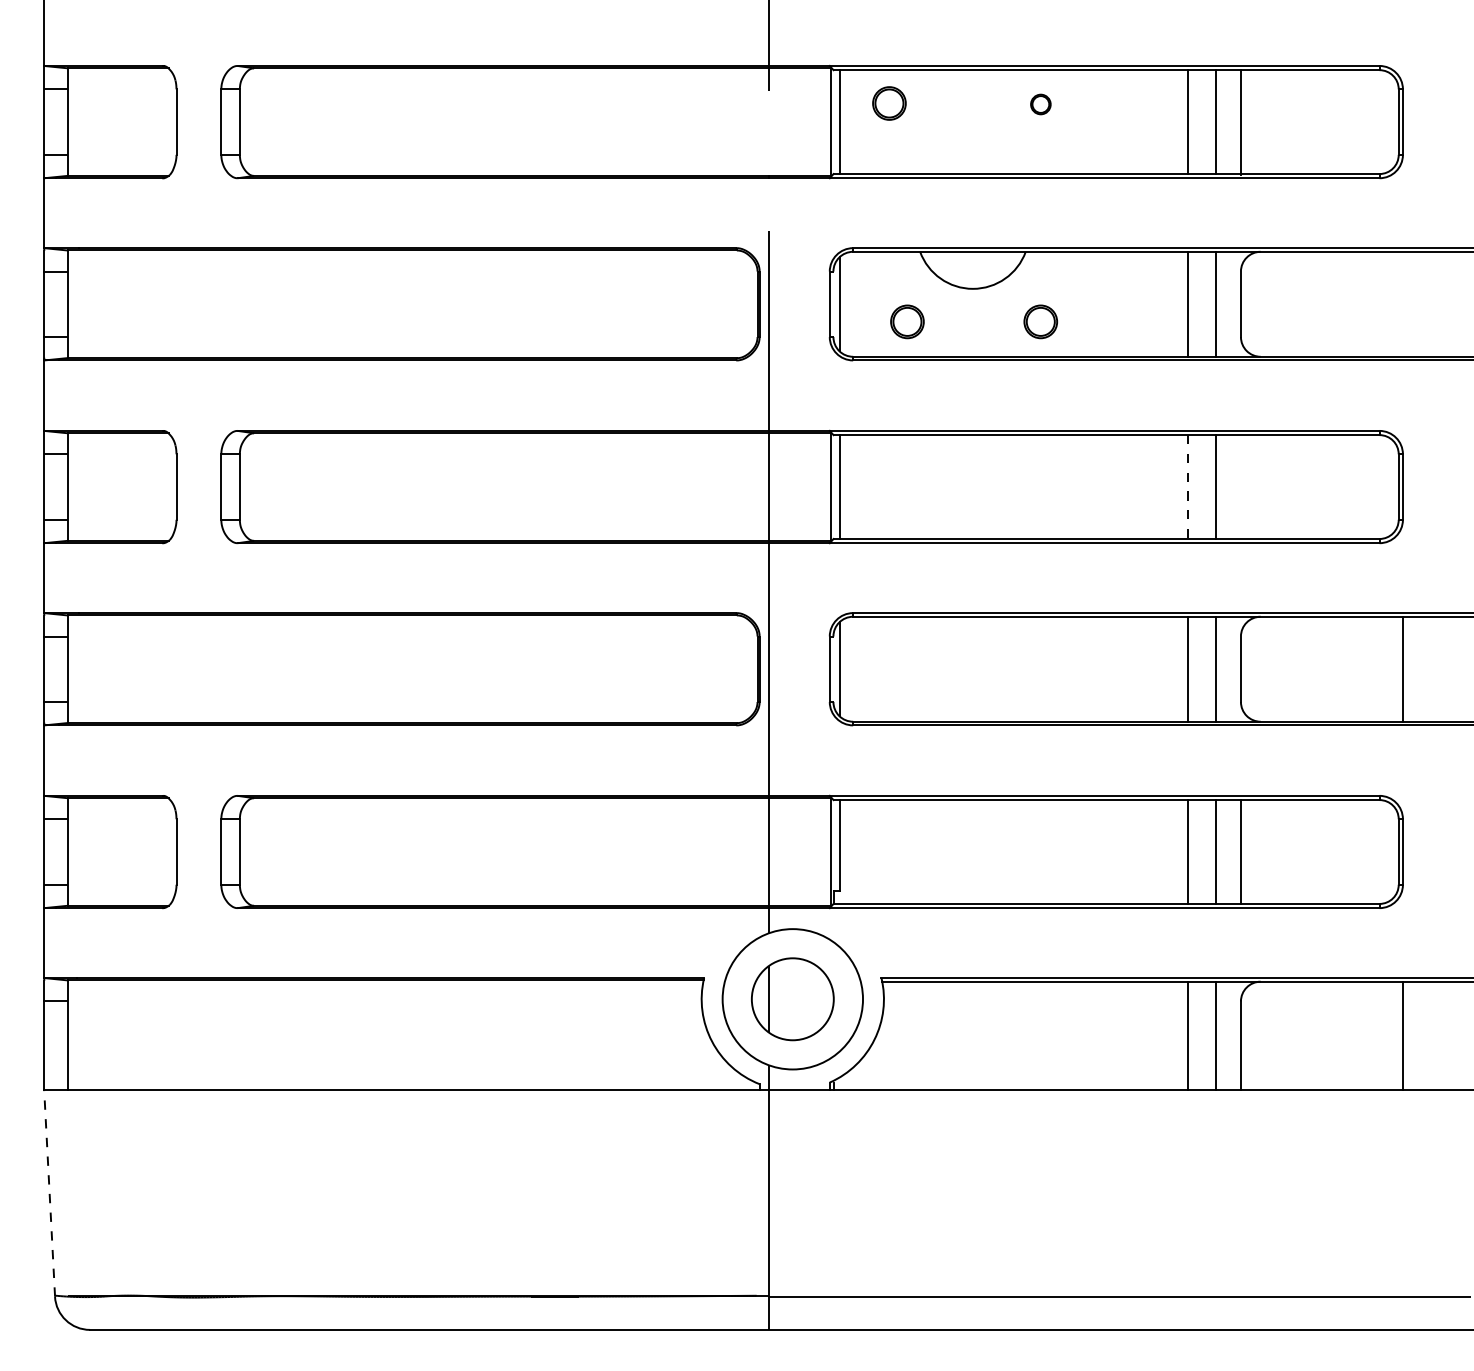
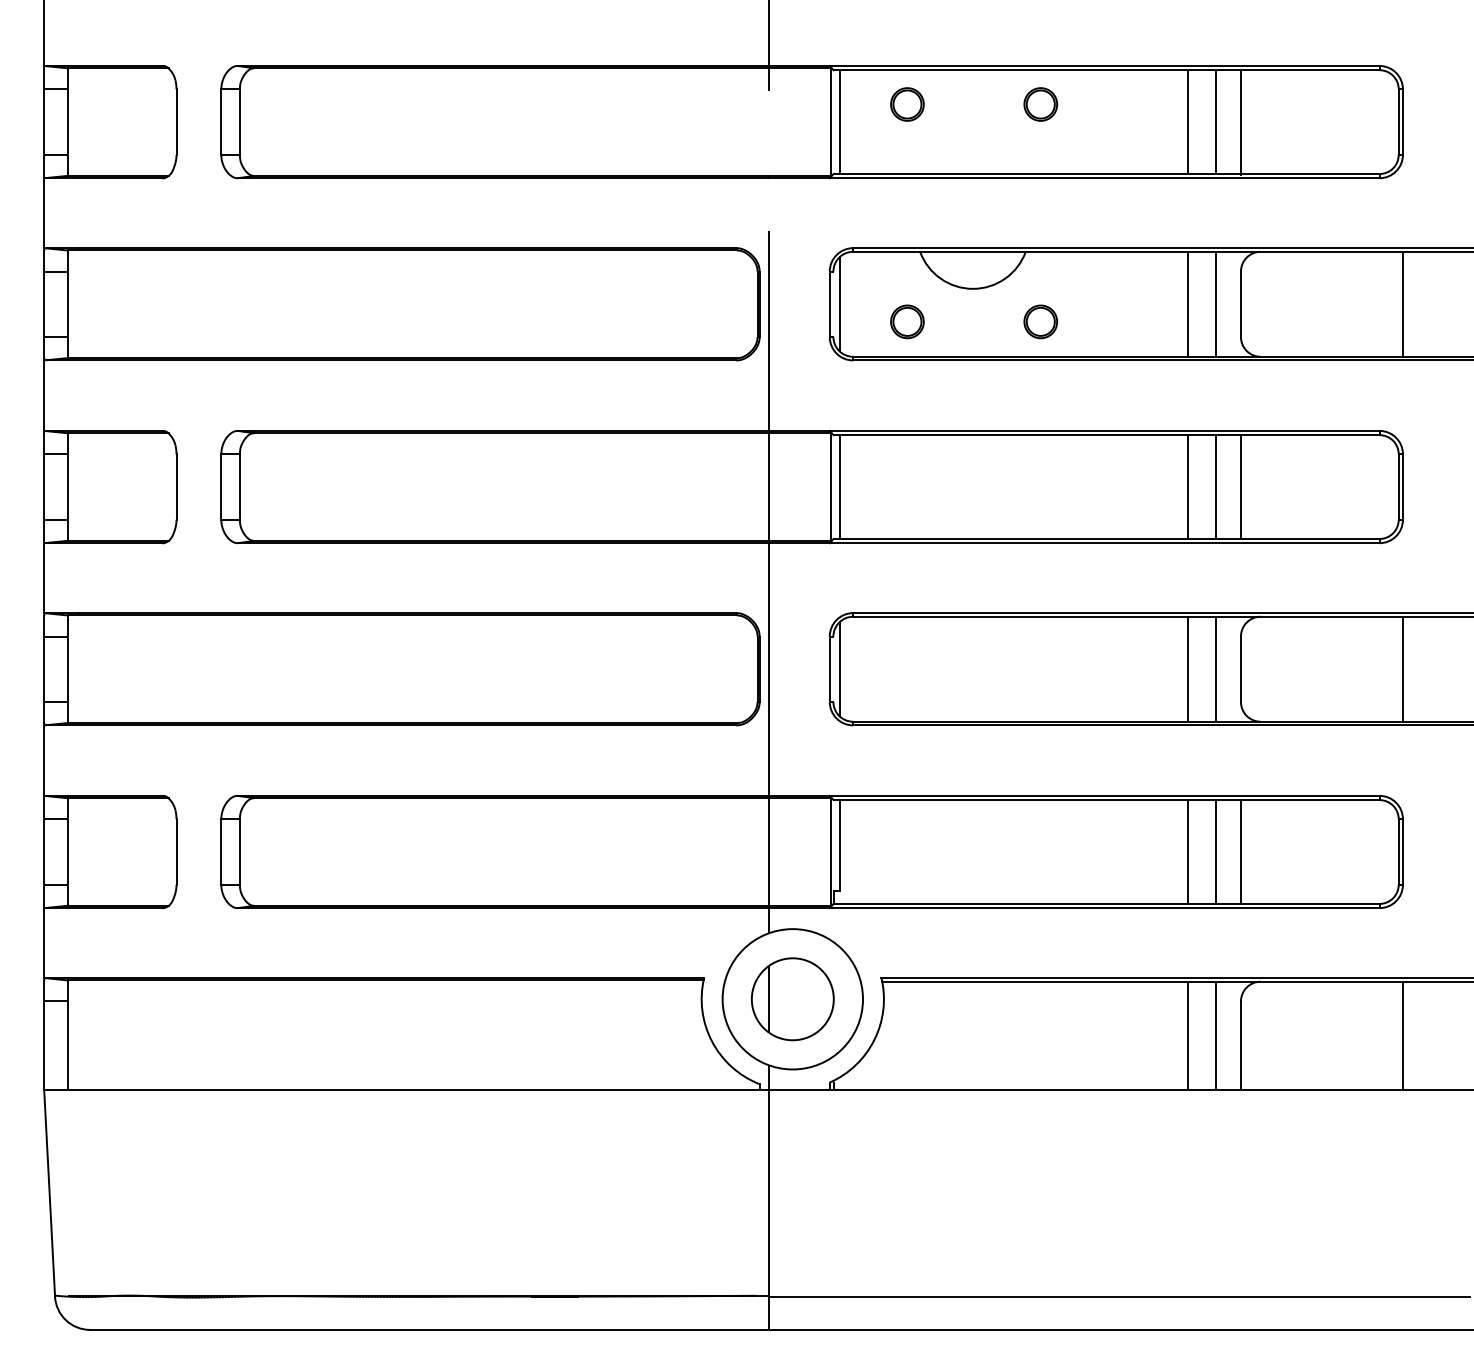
part at (889, 103) position: (889, 103) -> (907, 104)
part at (1040, 104) size: 22x23 px -> 36x35 px
line at (1402, 303): none -> present
line at (1241, 486): none -> present
line at (1188, 487): dashed -> solid
line at (49, 1193): dashed -> solid
